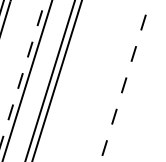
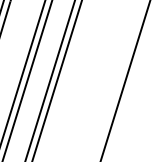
line at (22, 73): dashed -> solid
line at (125, 80): dashed -> solid
